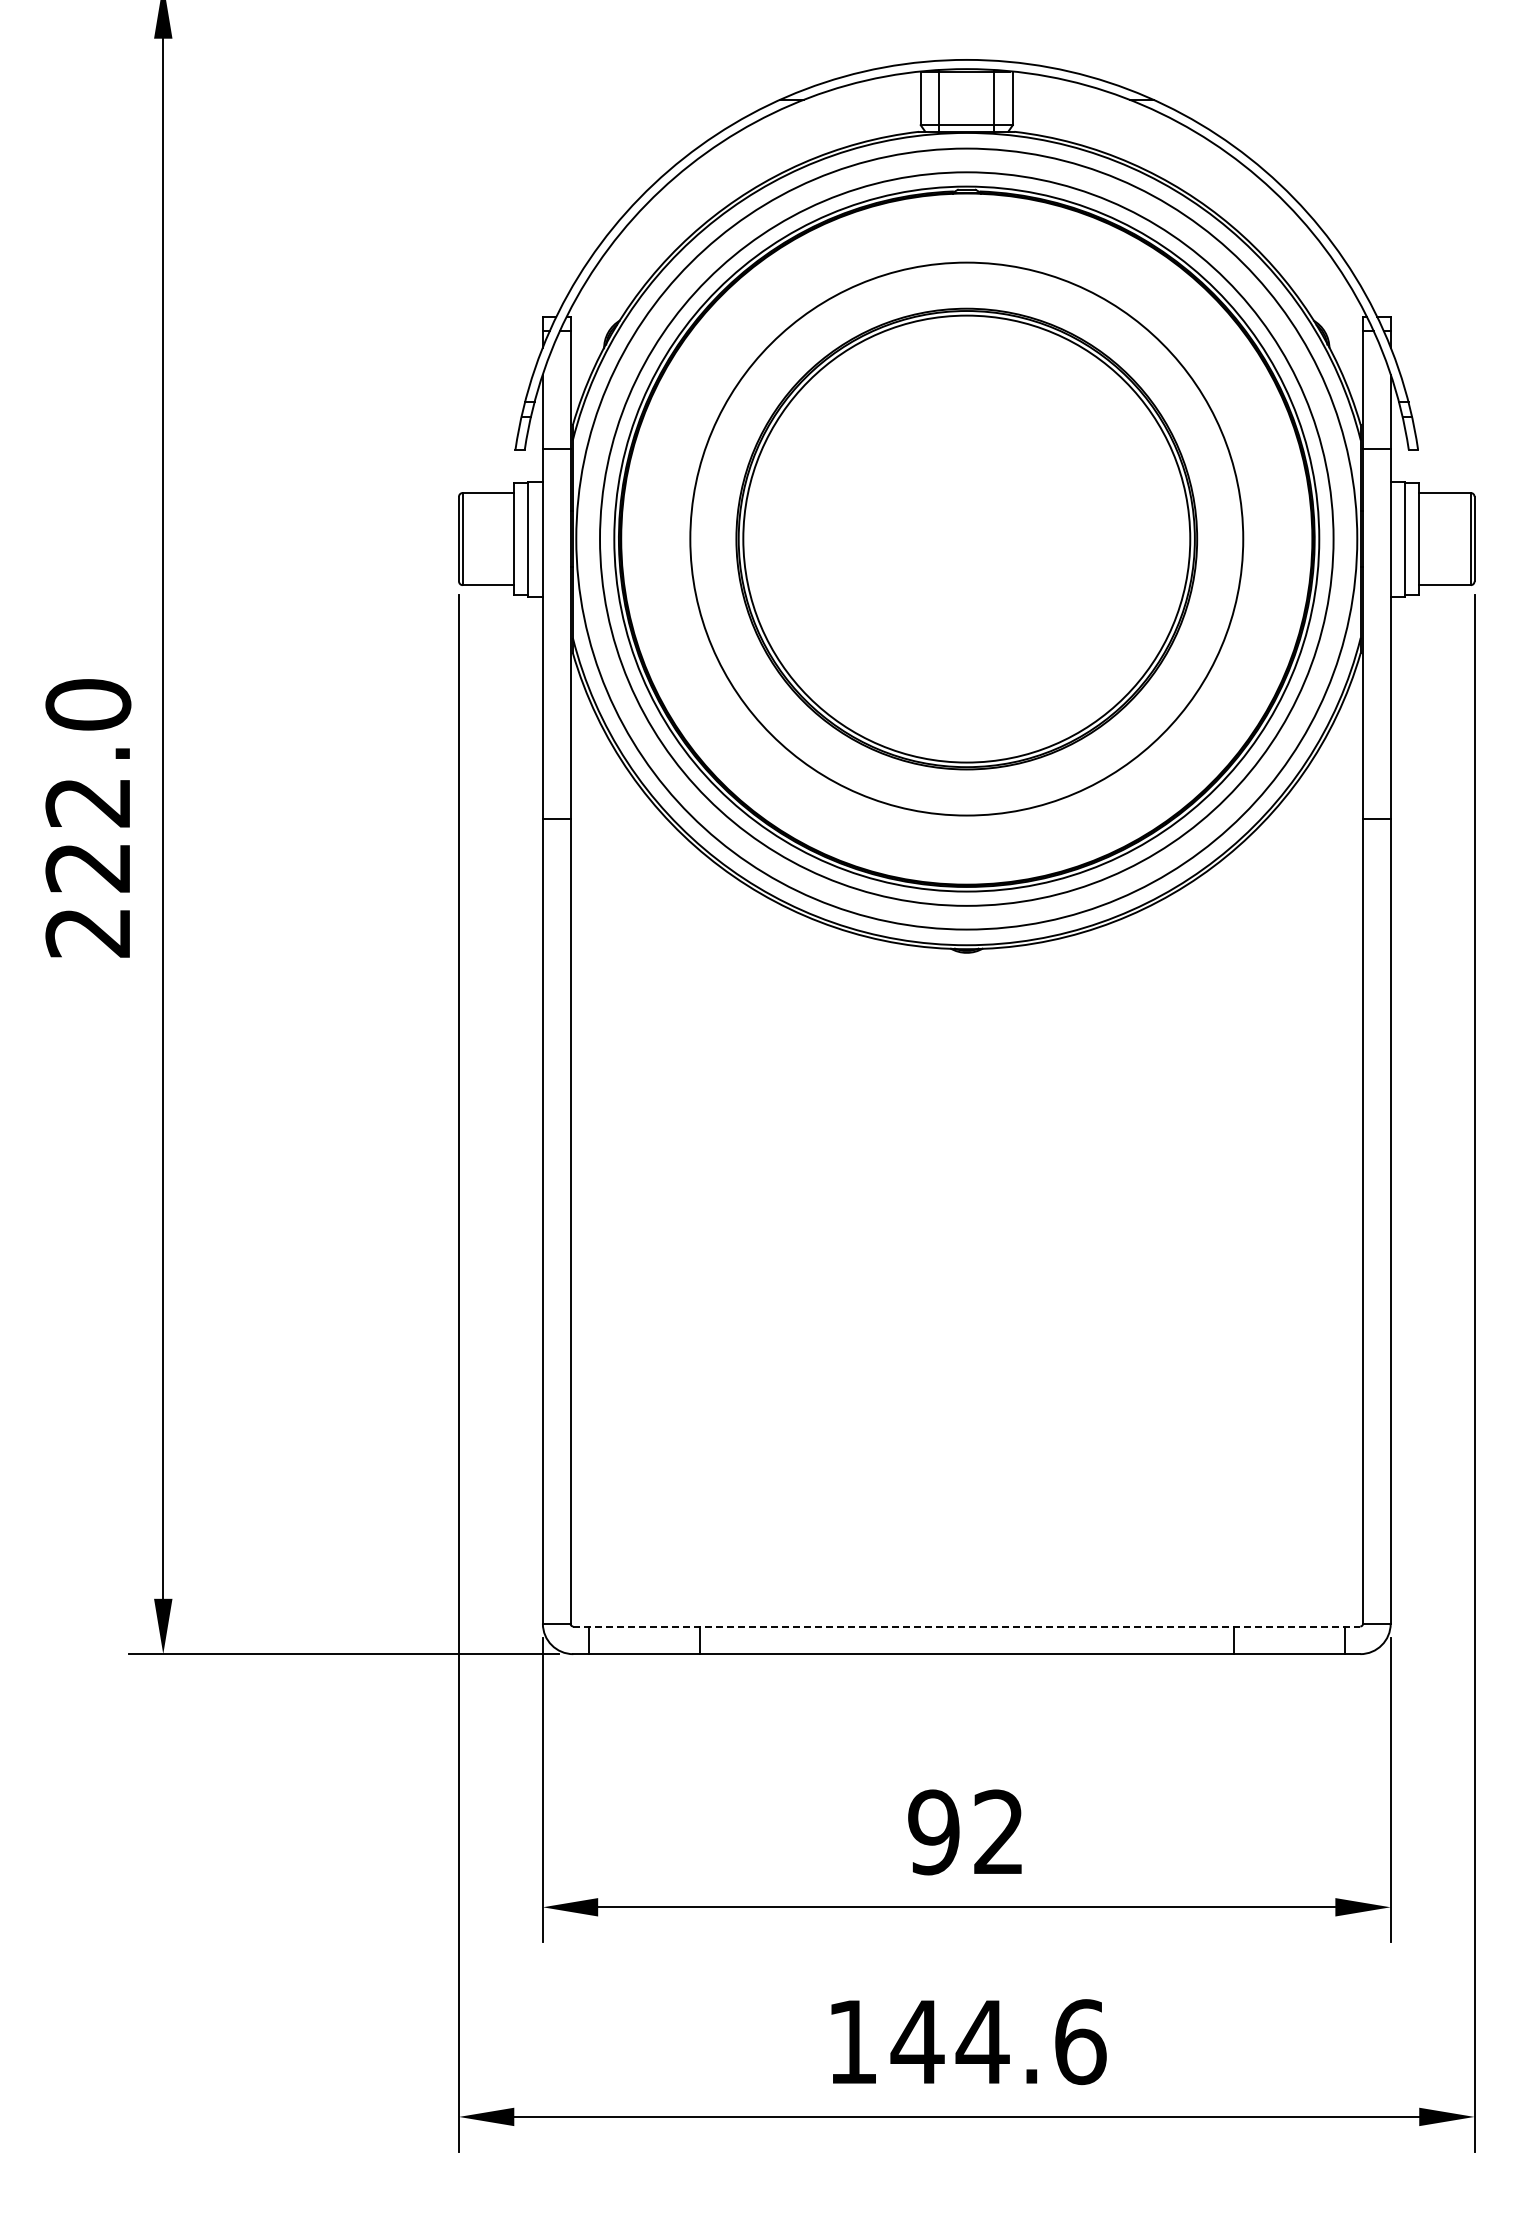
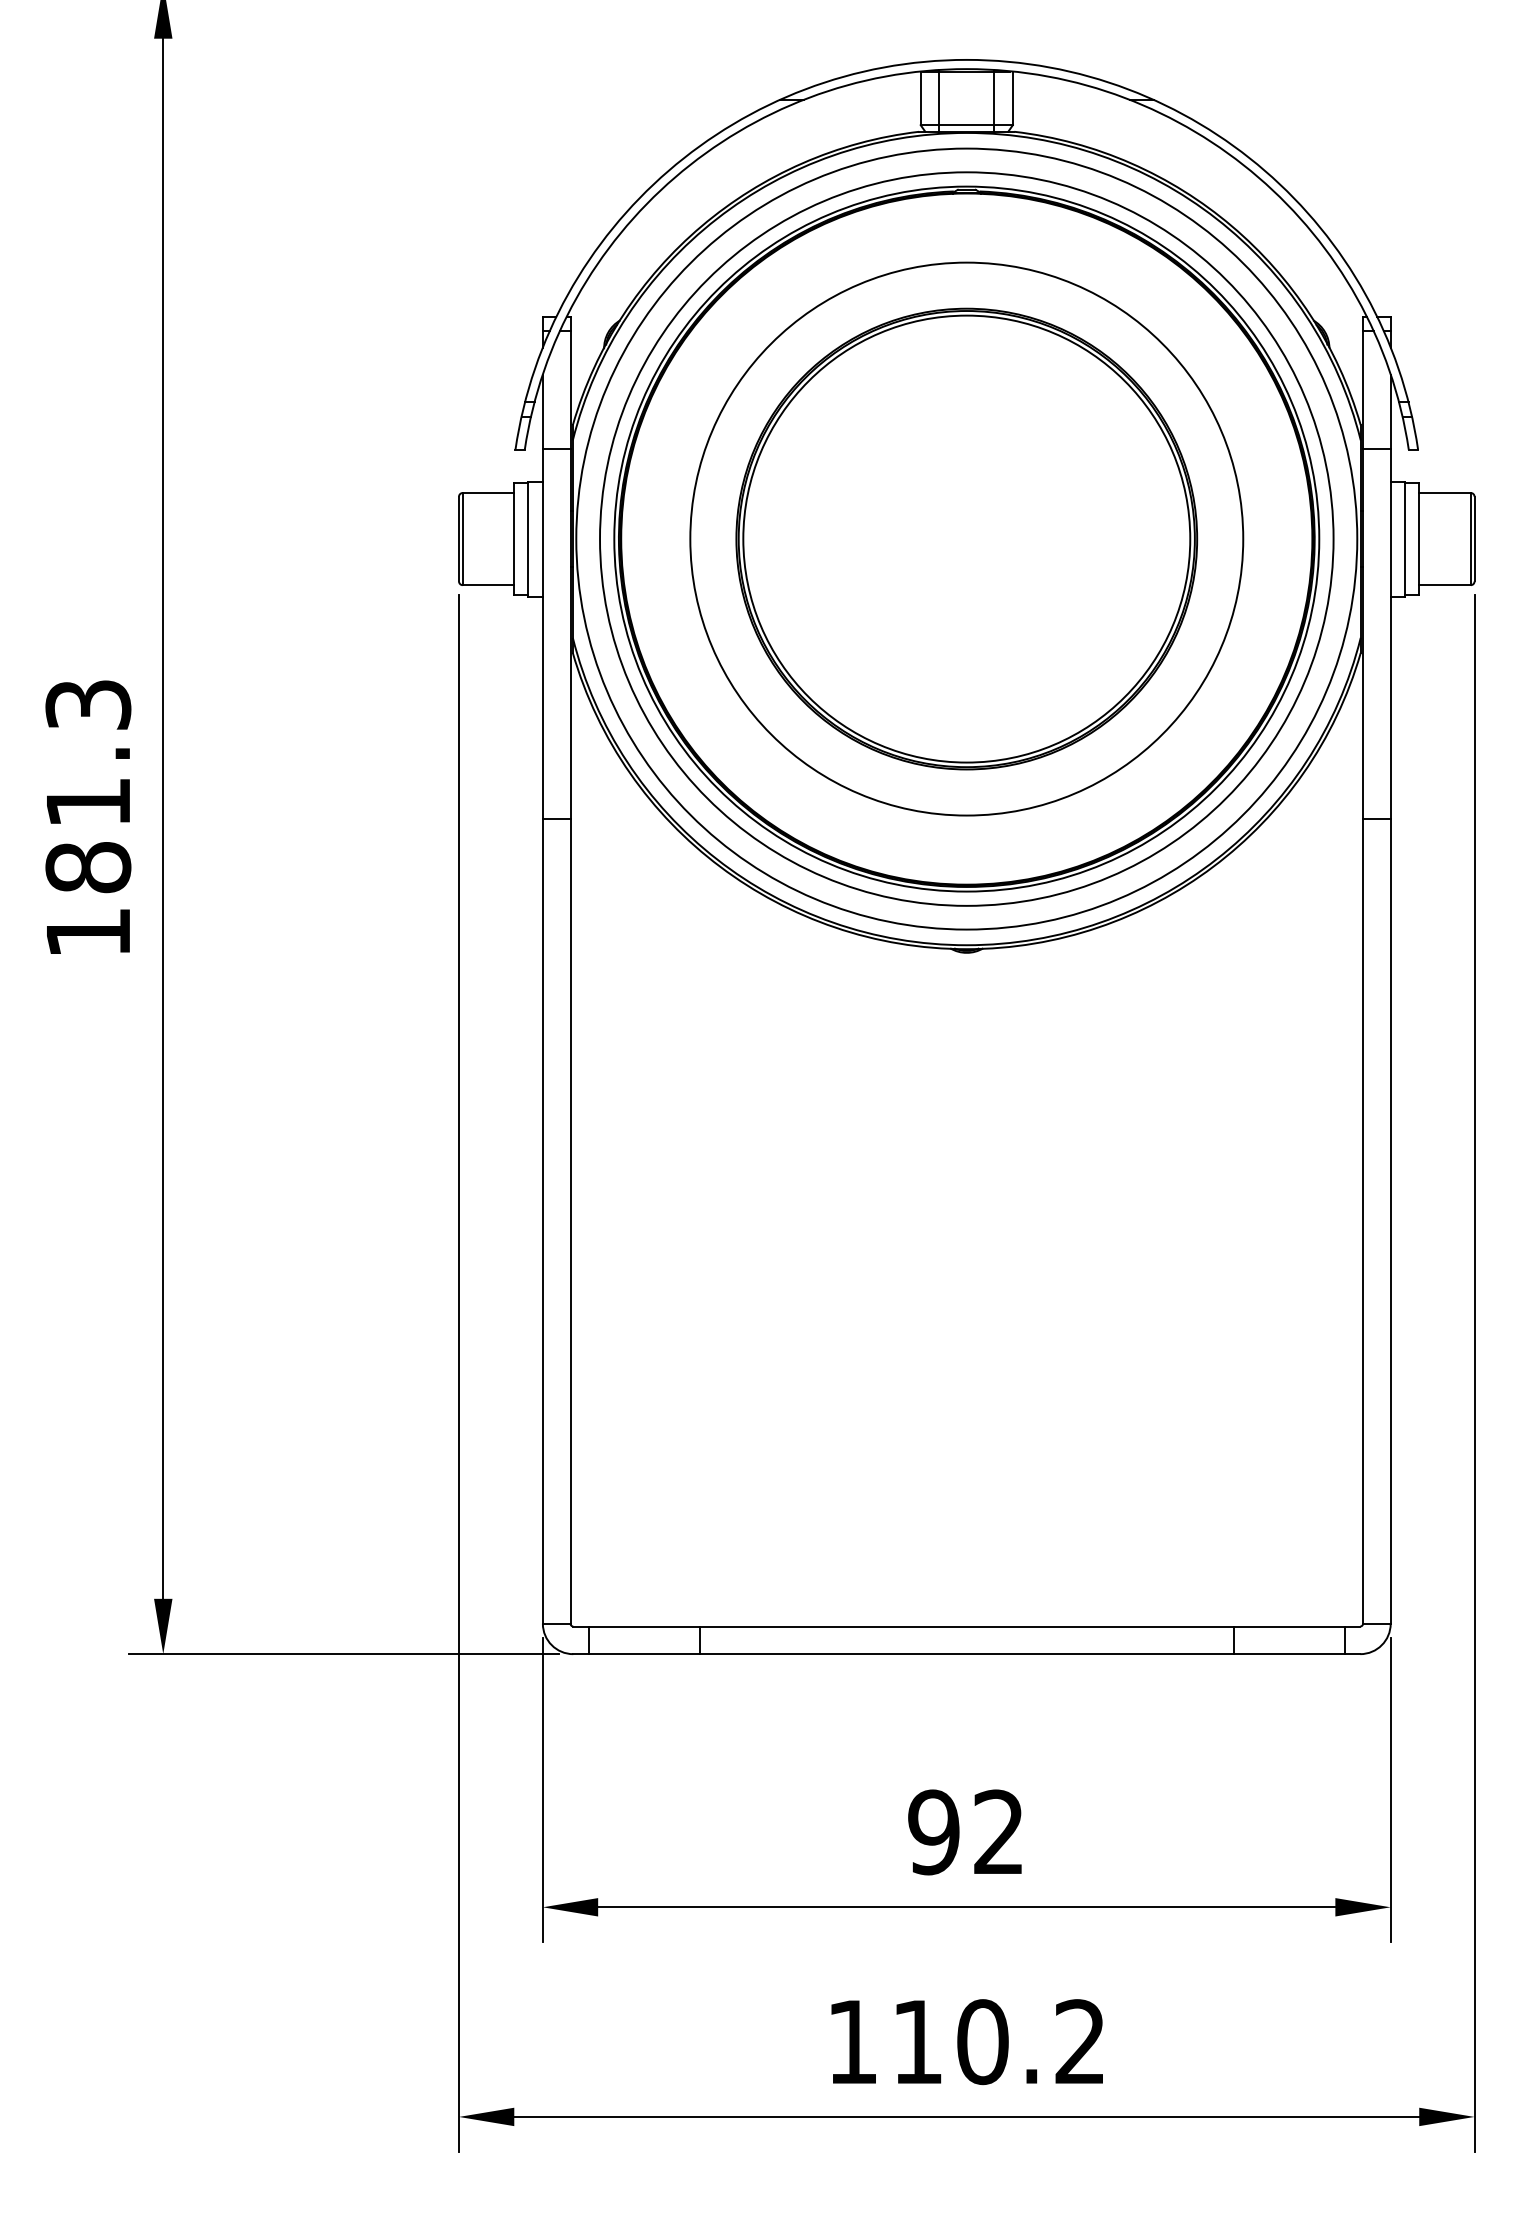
text at (88, 818): 222.0 -> 181.3
line at (967, 1626): dashed -> solid
text at (998, 2042): 144.6 -> 110.2
